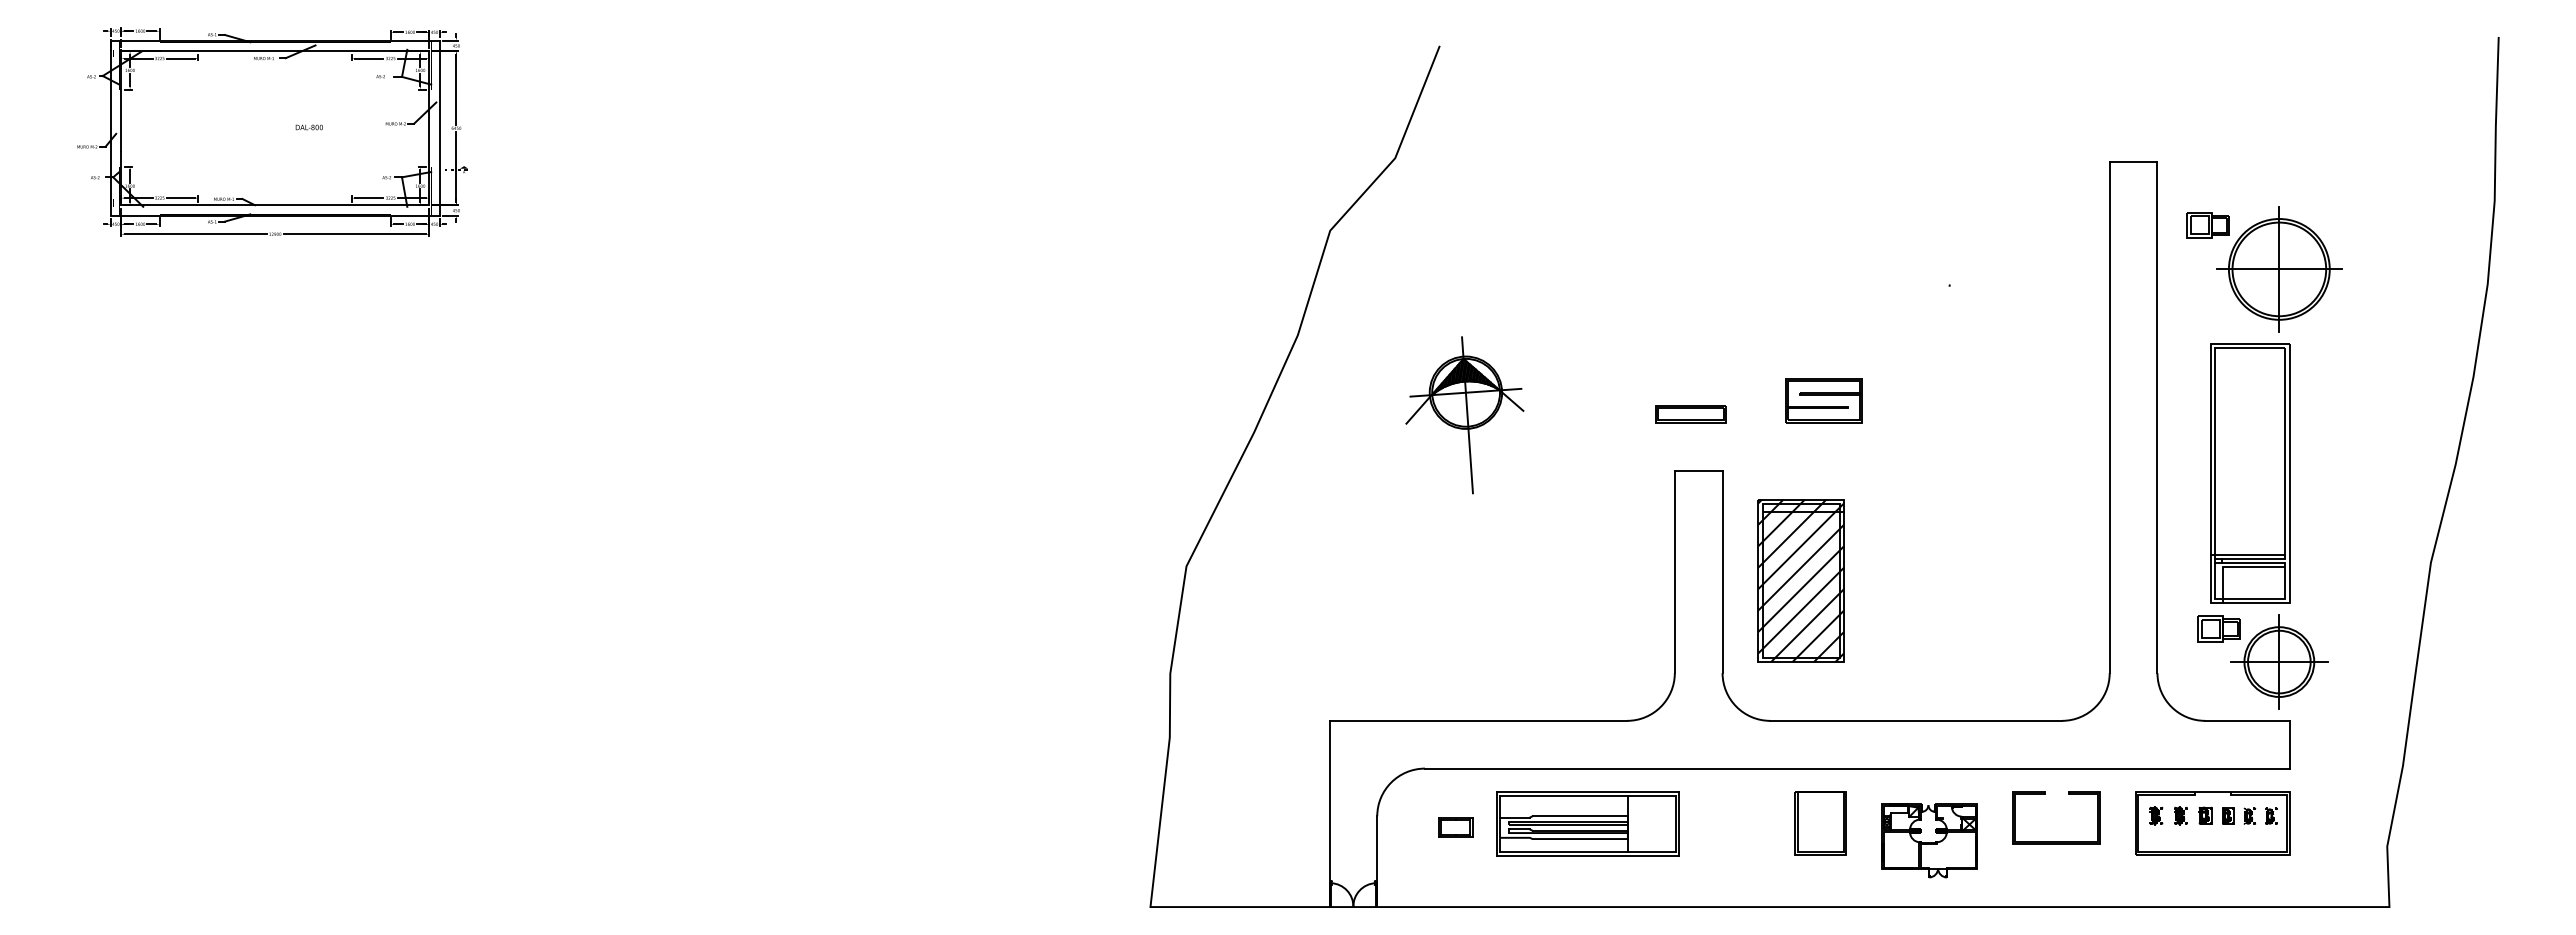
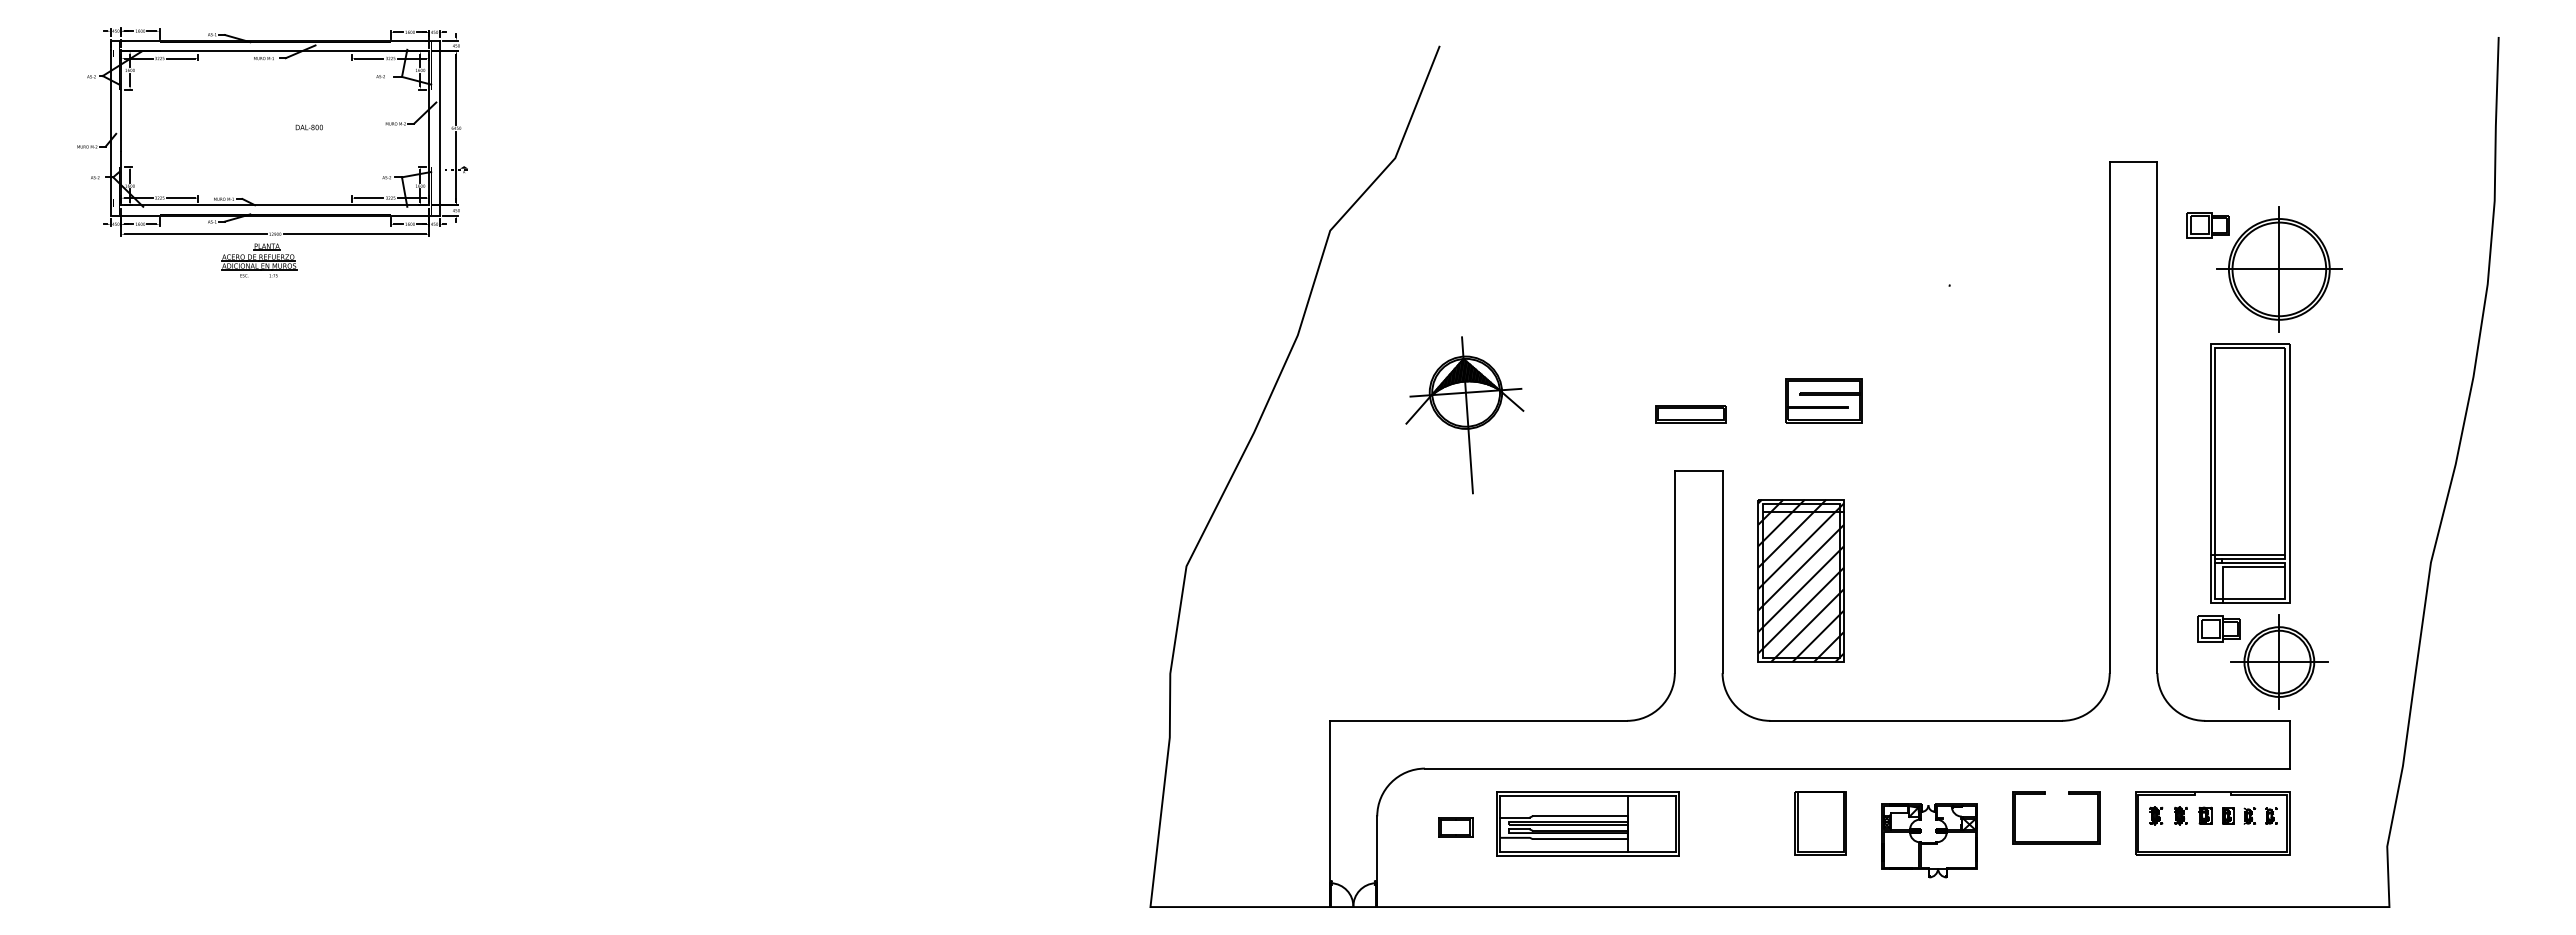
part at (259, 260): none -> present
